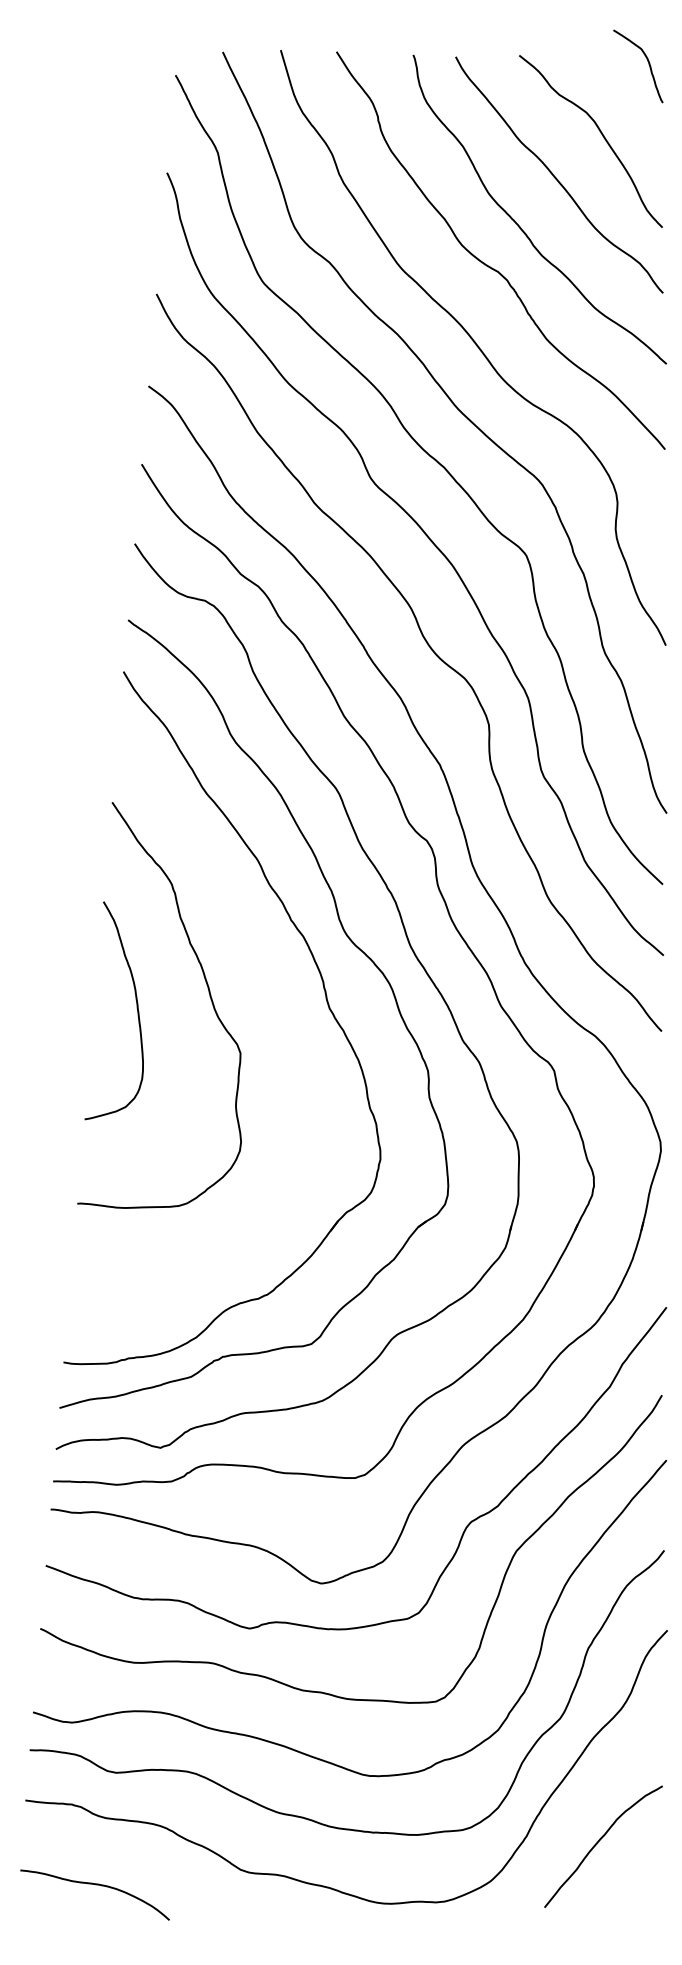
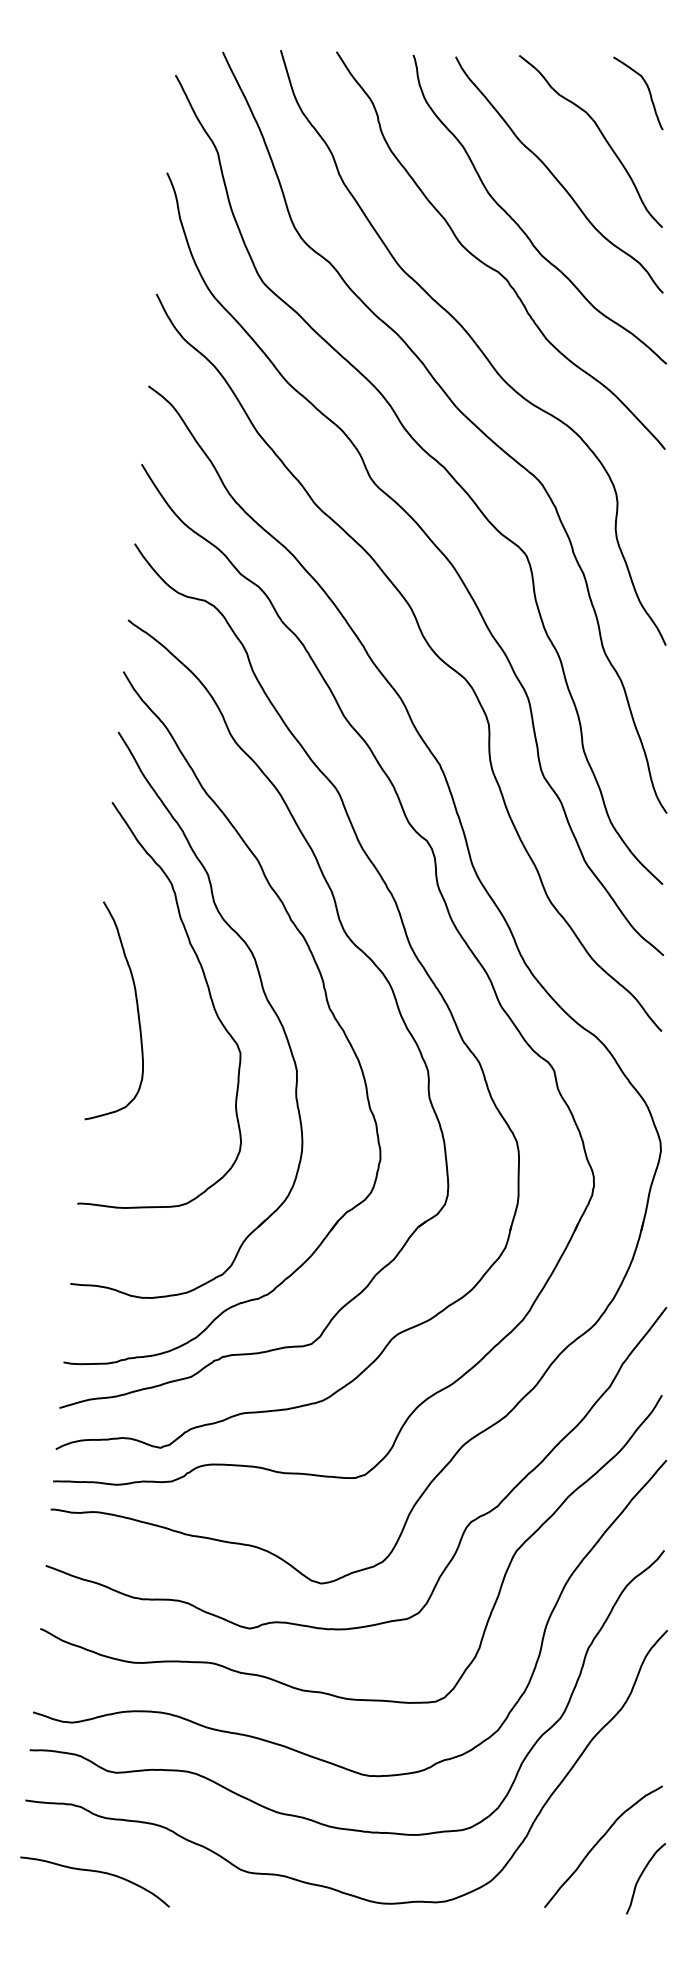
curve at (648, 64) position: (648, 64) -> (648, 91)
part at (262, 990): none -> present
curve at (641, 1876): none -> present
curve at (95, 1885) position: (95, 1885) -> (95, 1872)
